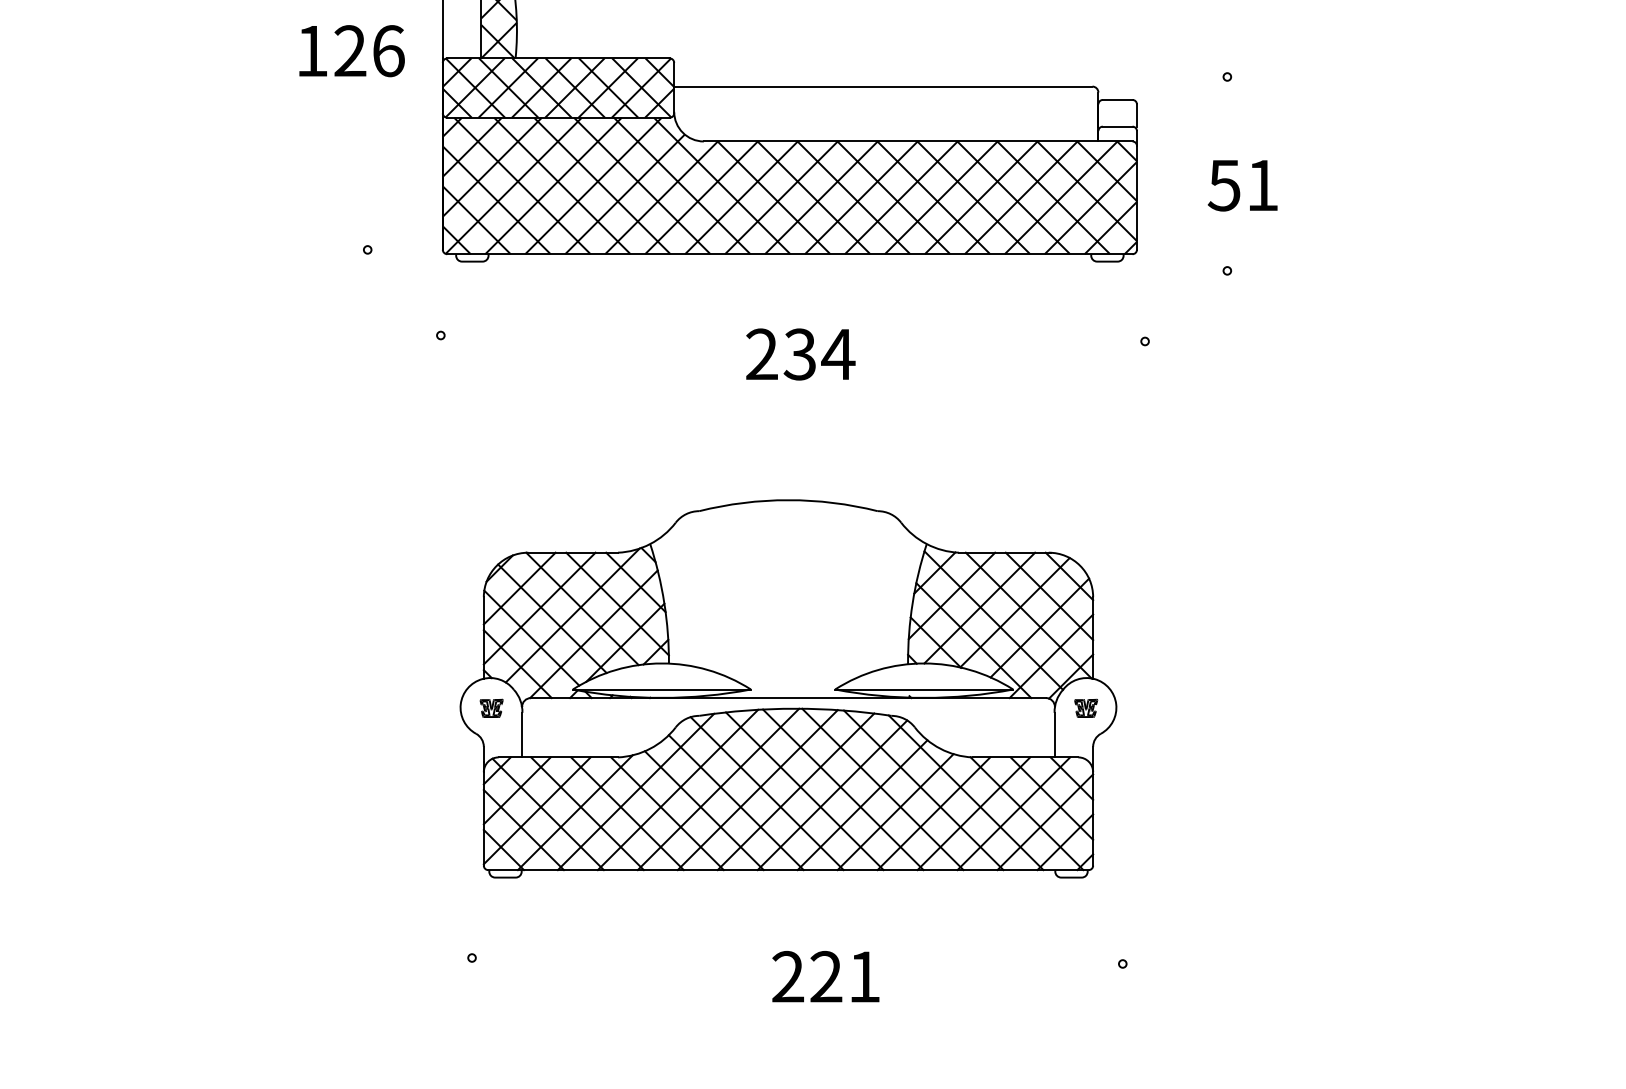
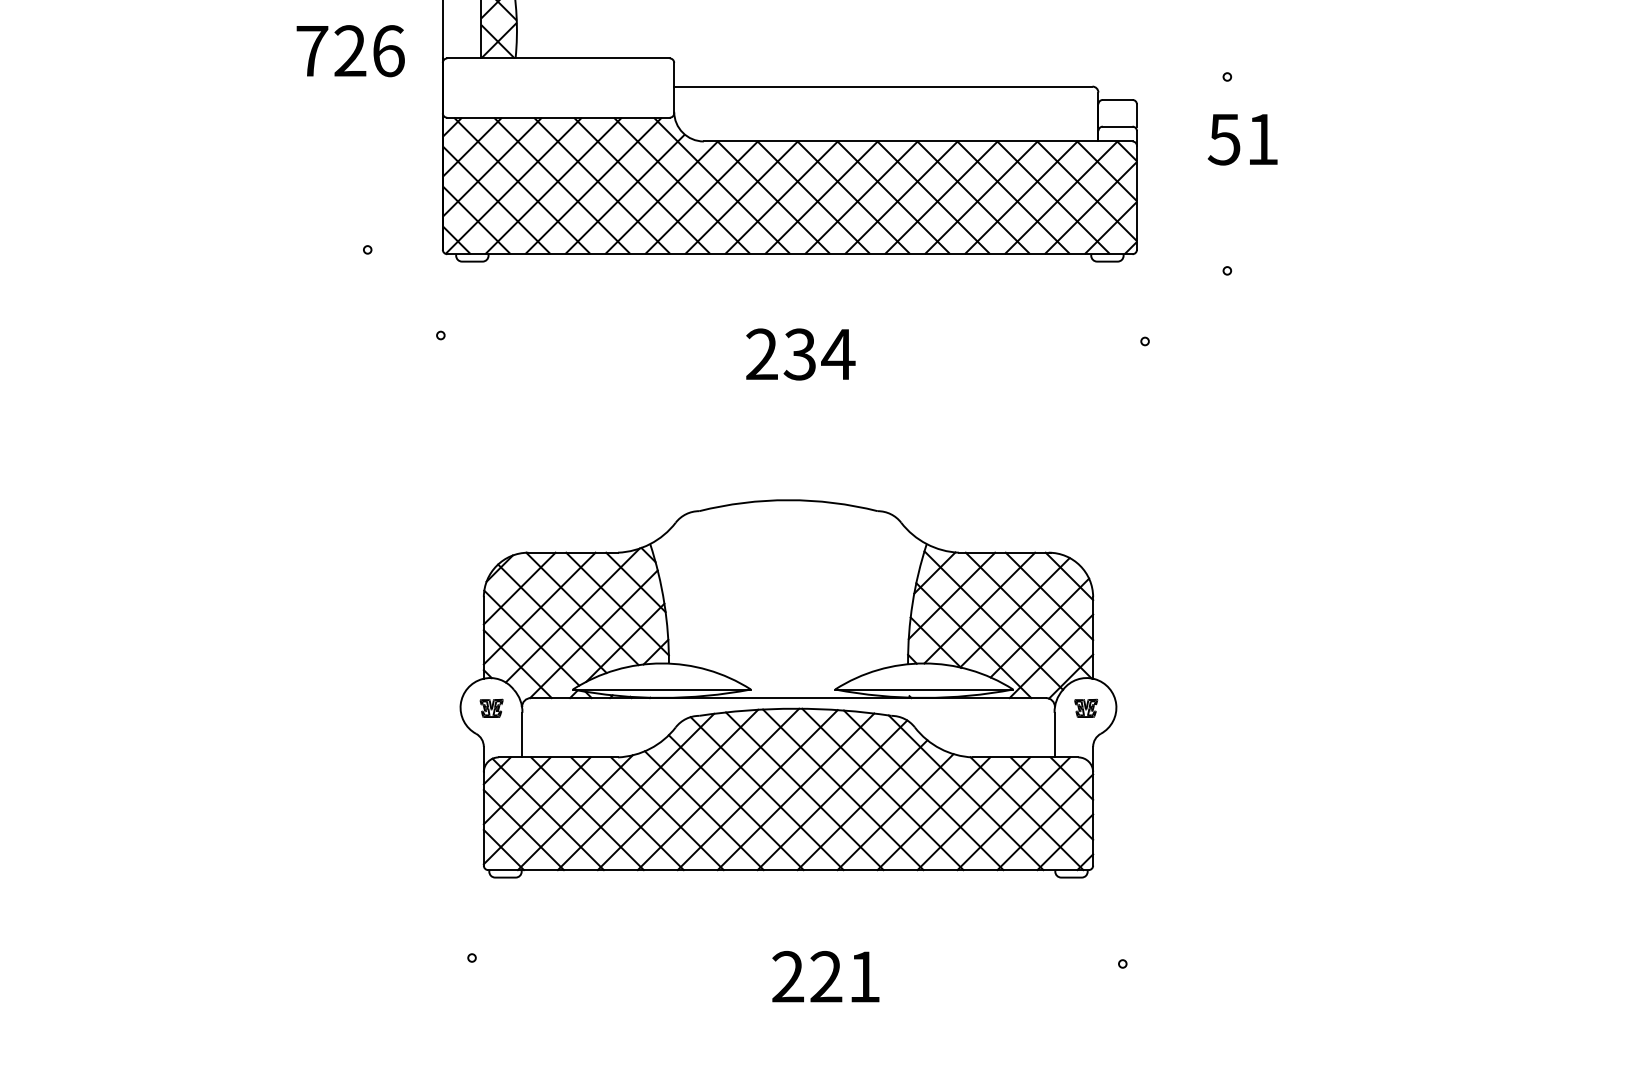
text at (312, 51): 126 -> 726
hatch at (558, 87): present -> none
text at (1242, 185) position: (1242, 185) -> (1242, 139)
